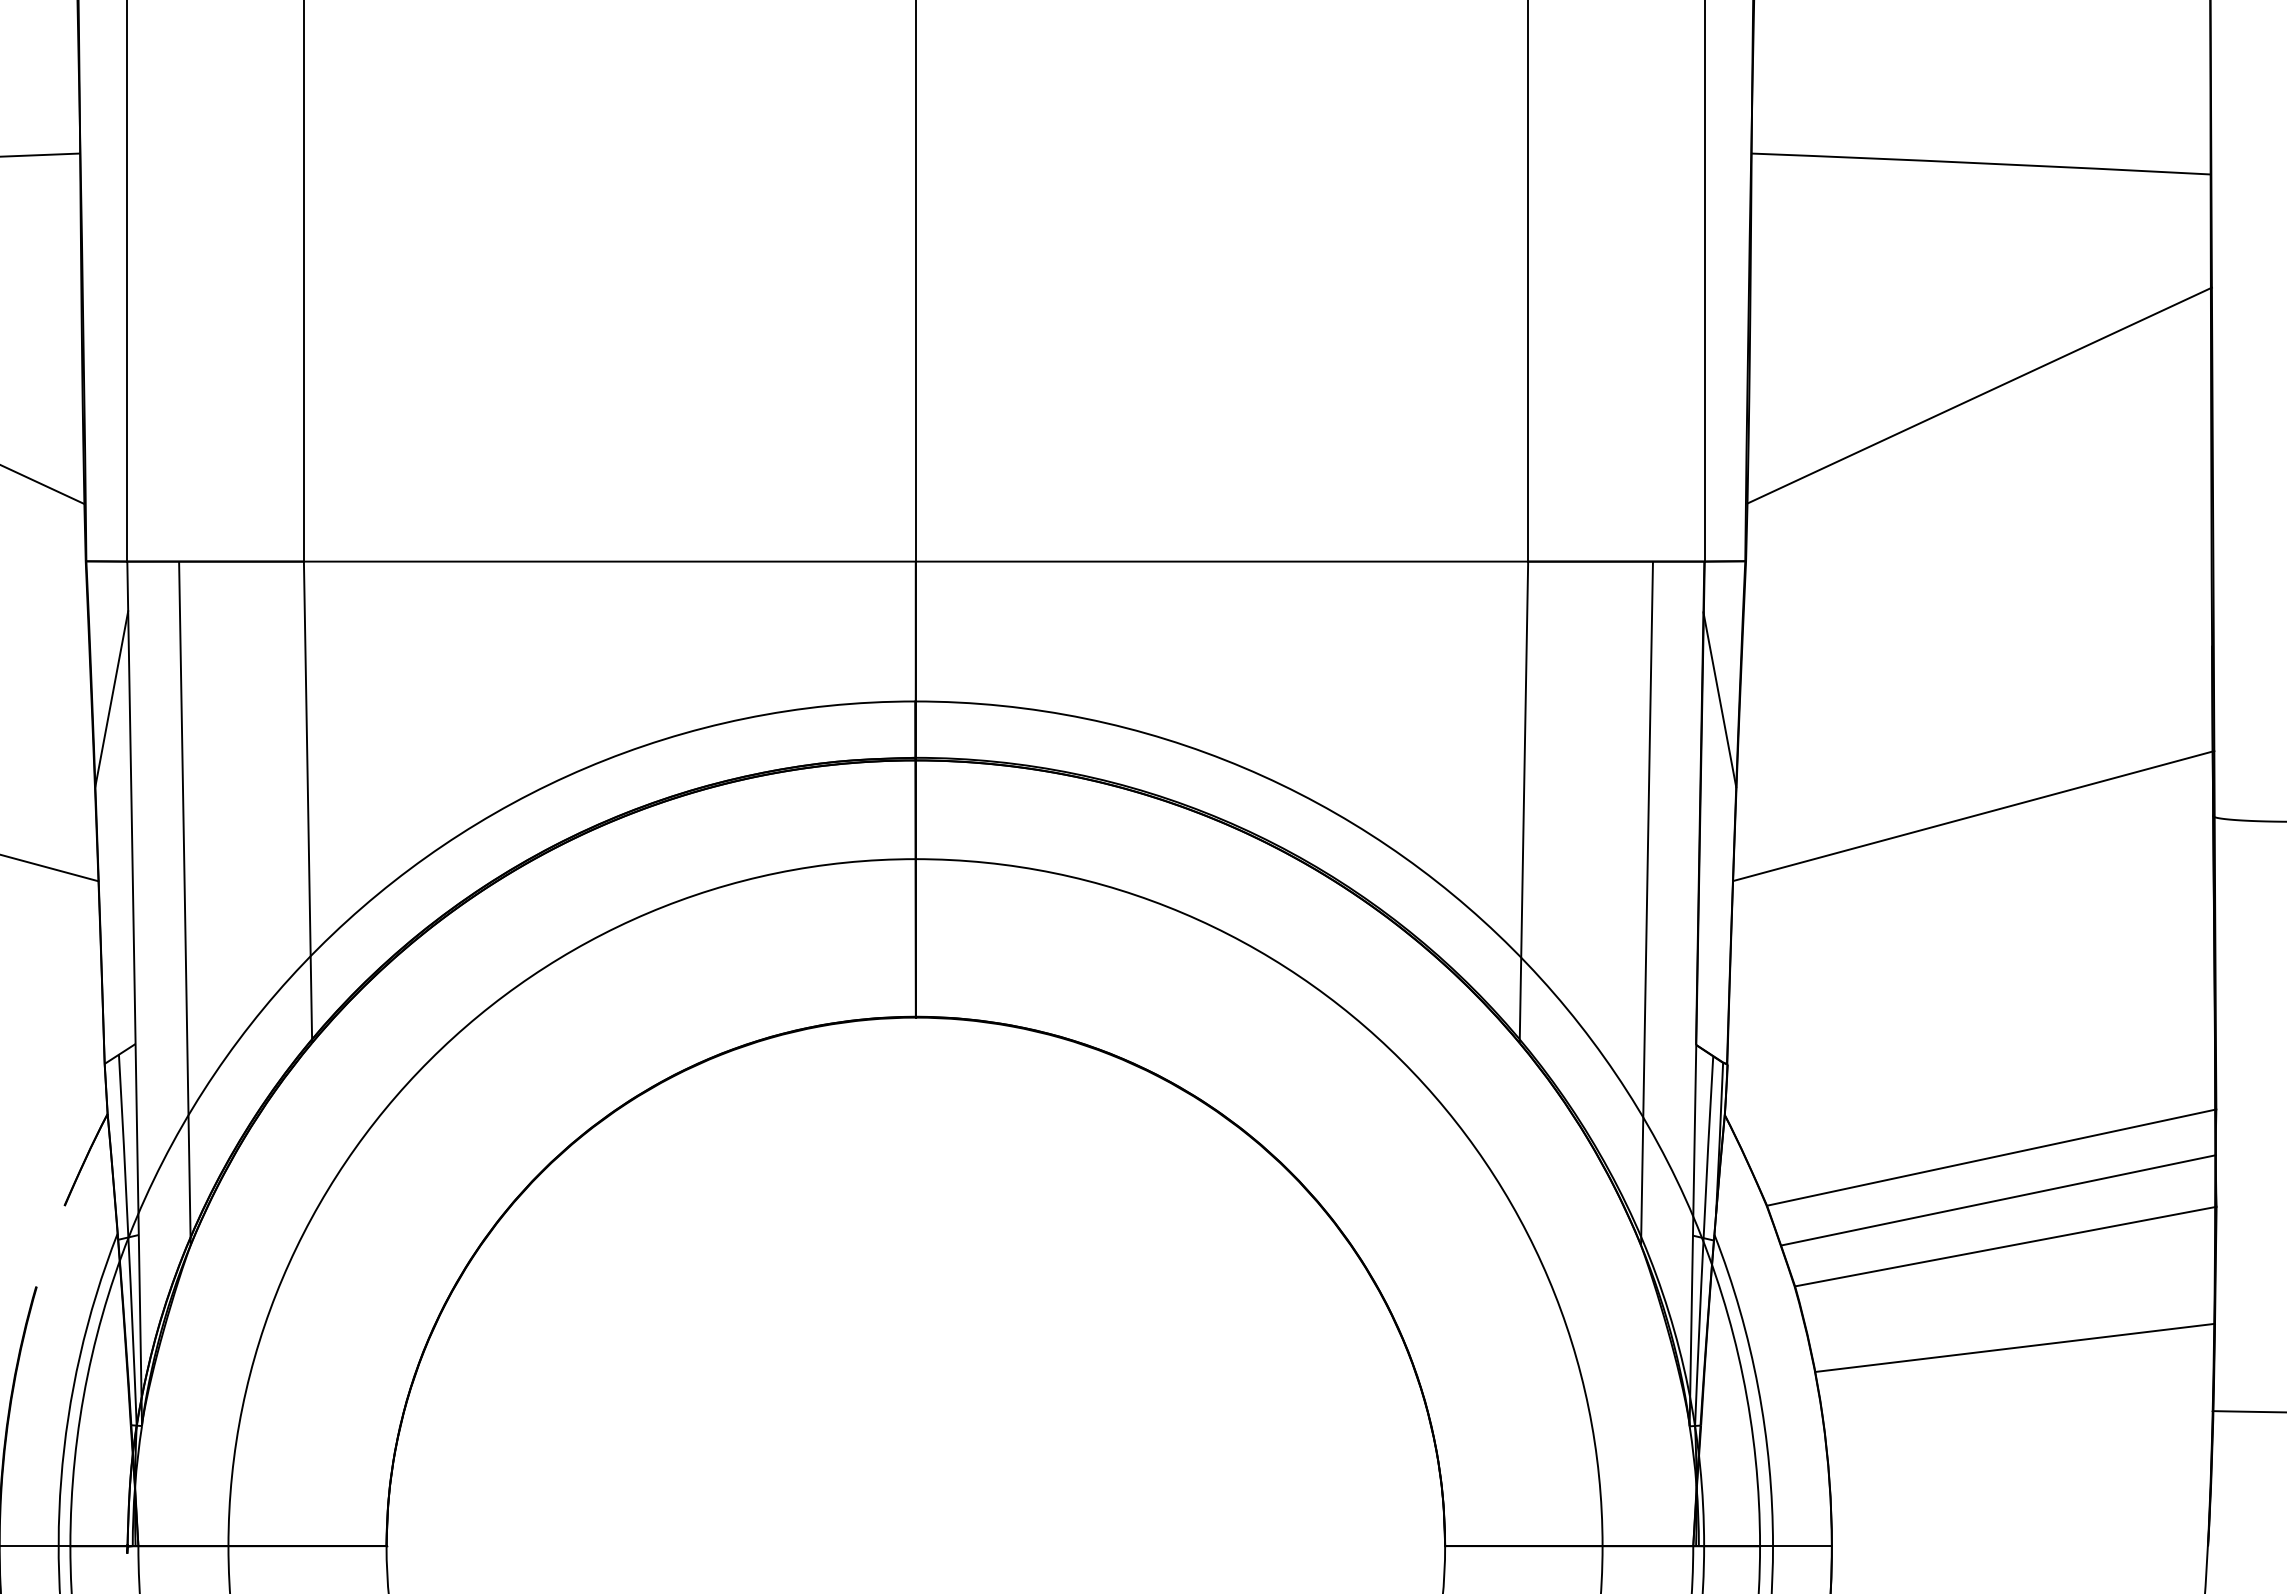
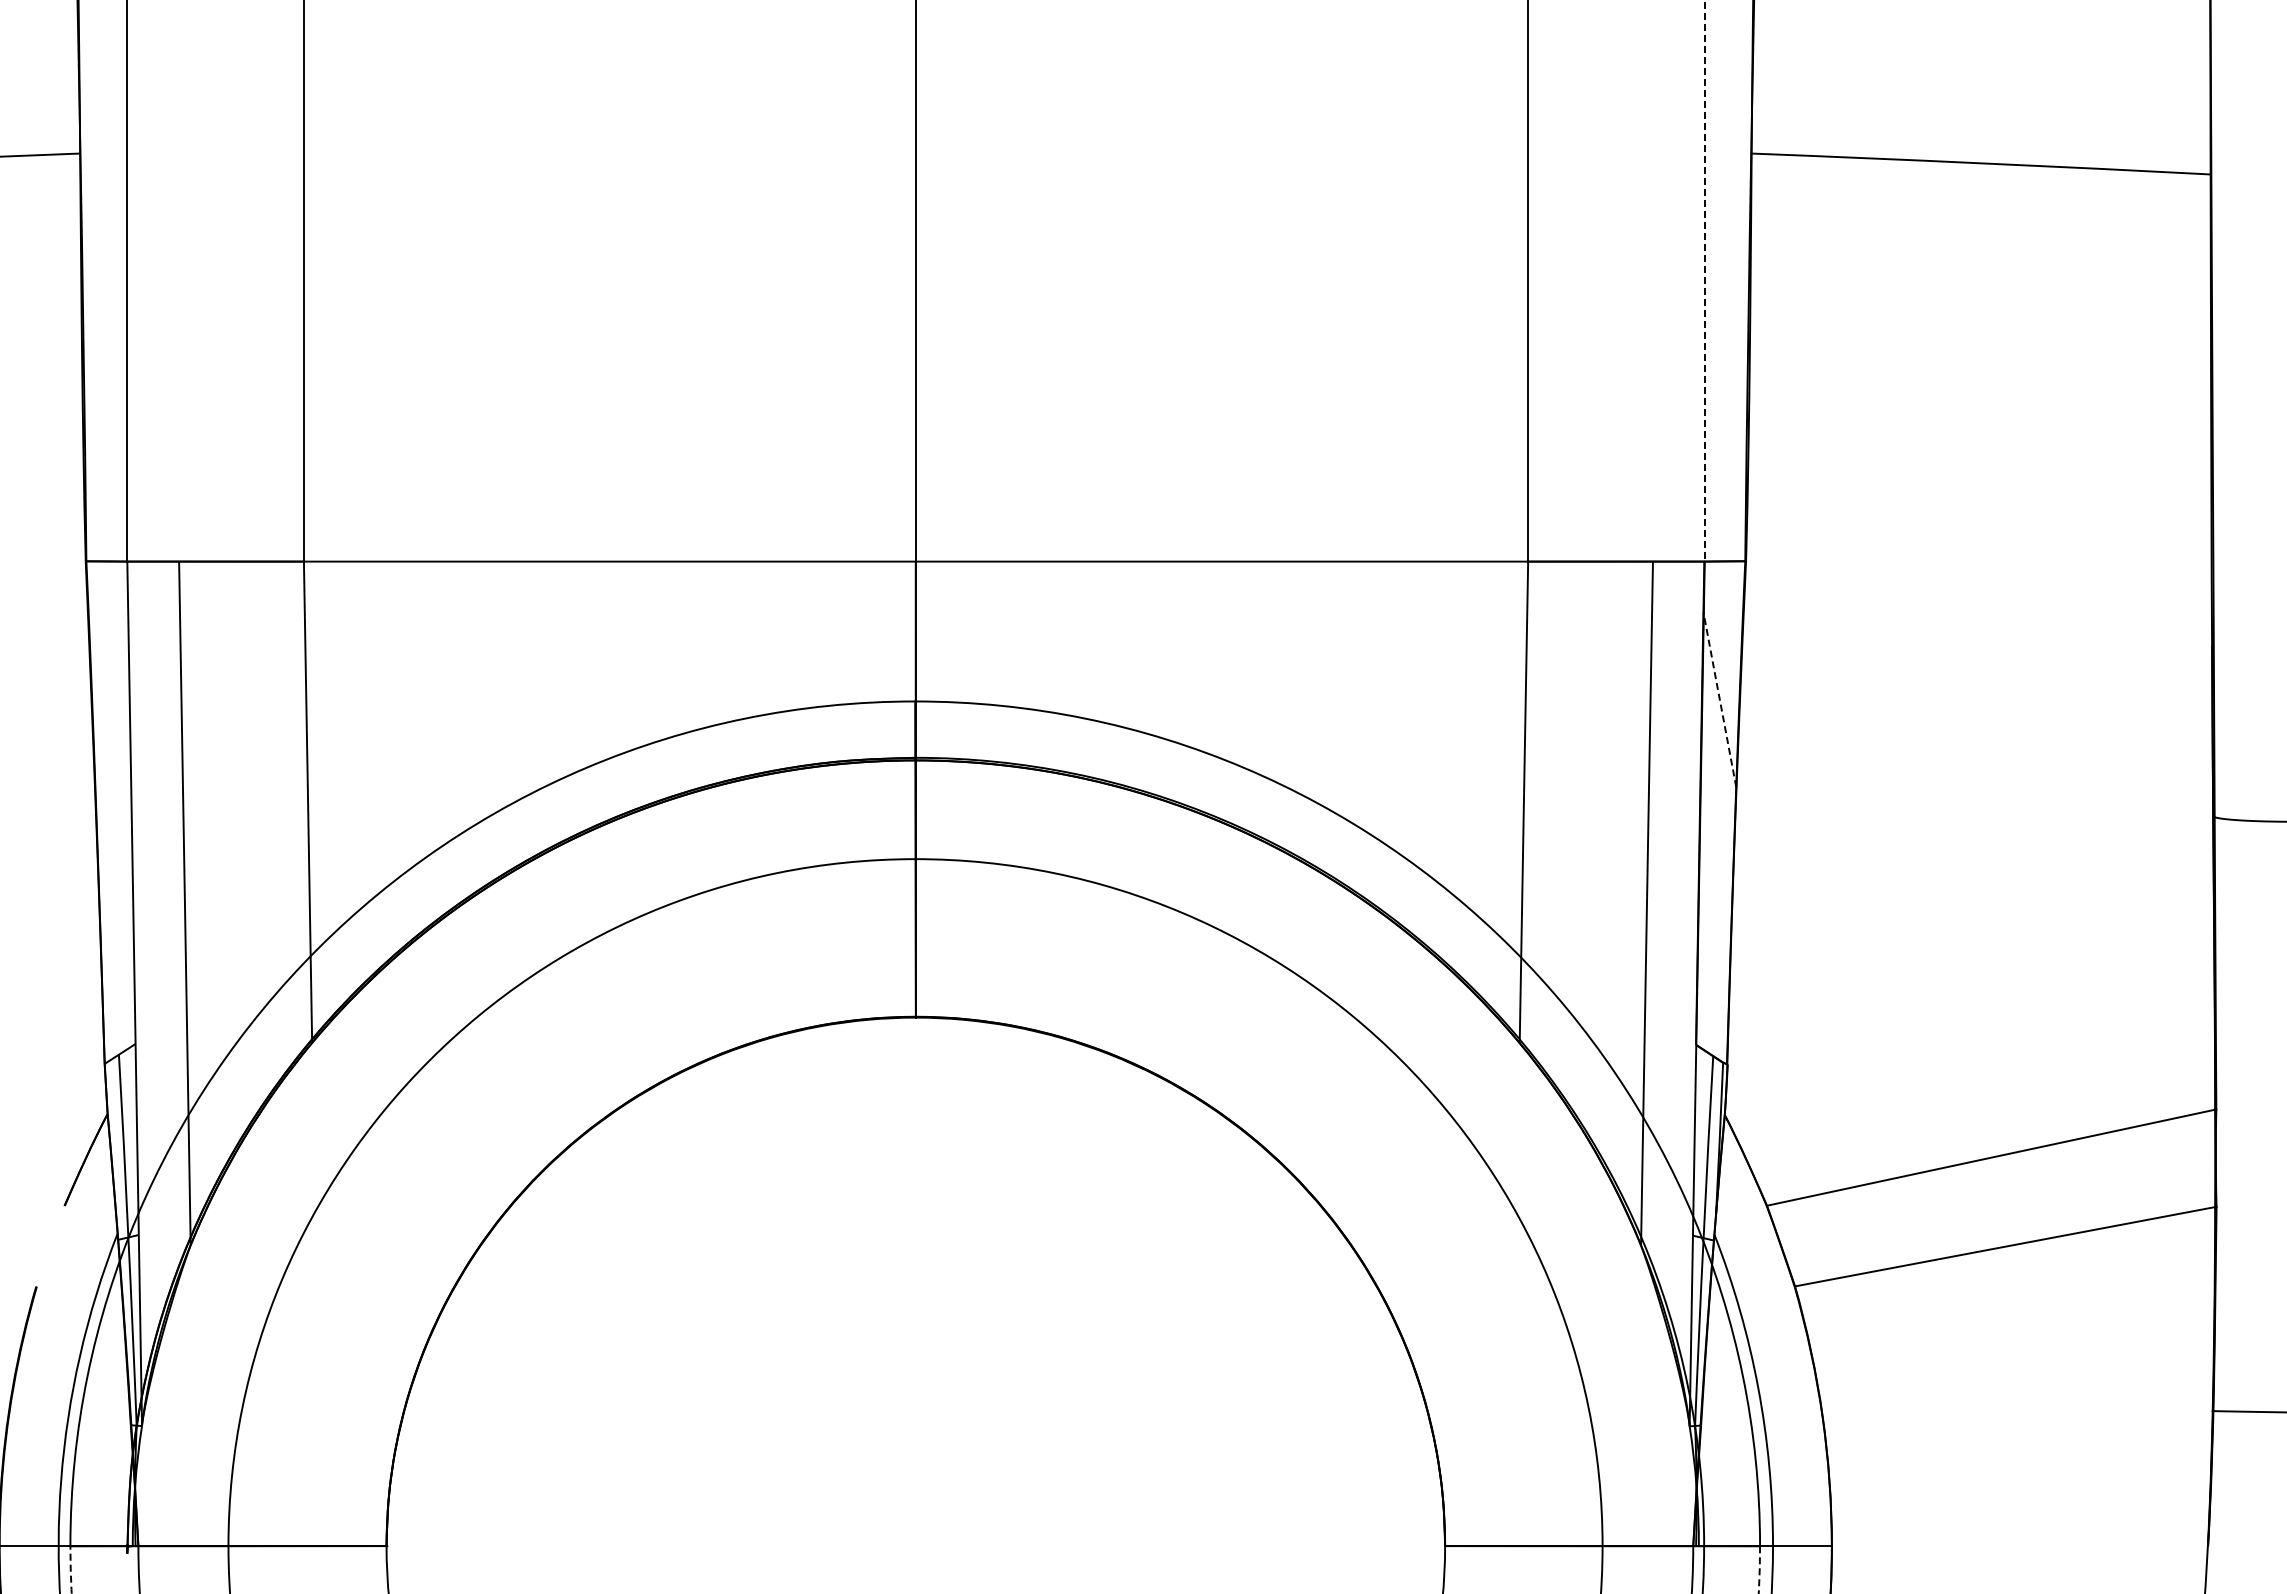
line at (1704, 281): solid -> dashed
line at (1979, 395): present -> none
line at (43, 485): present -> none
line at (111, 698): present -> none
line at (1719, 699): solid -> dashed
line at (1973, 816): present -> none
line at (50, 868): present -> none
line at (1998, 1200): present -> none
line at (2014, 1347): present -> none
arc at (71, 1593): solid -> dashed
